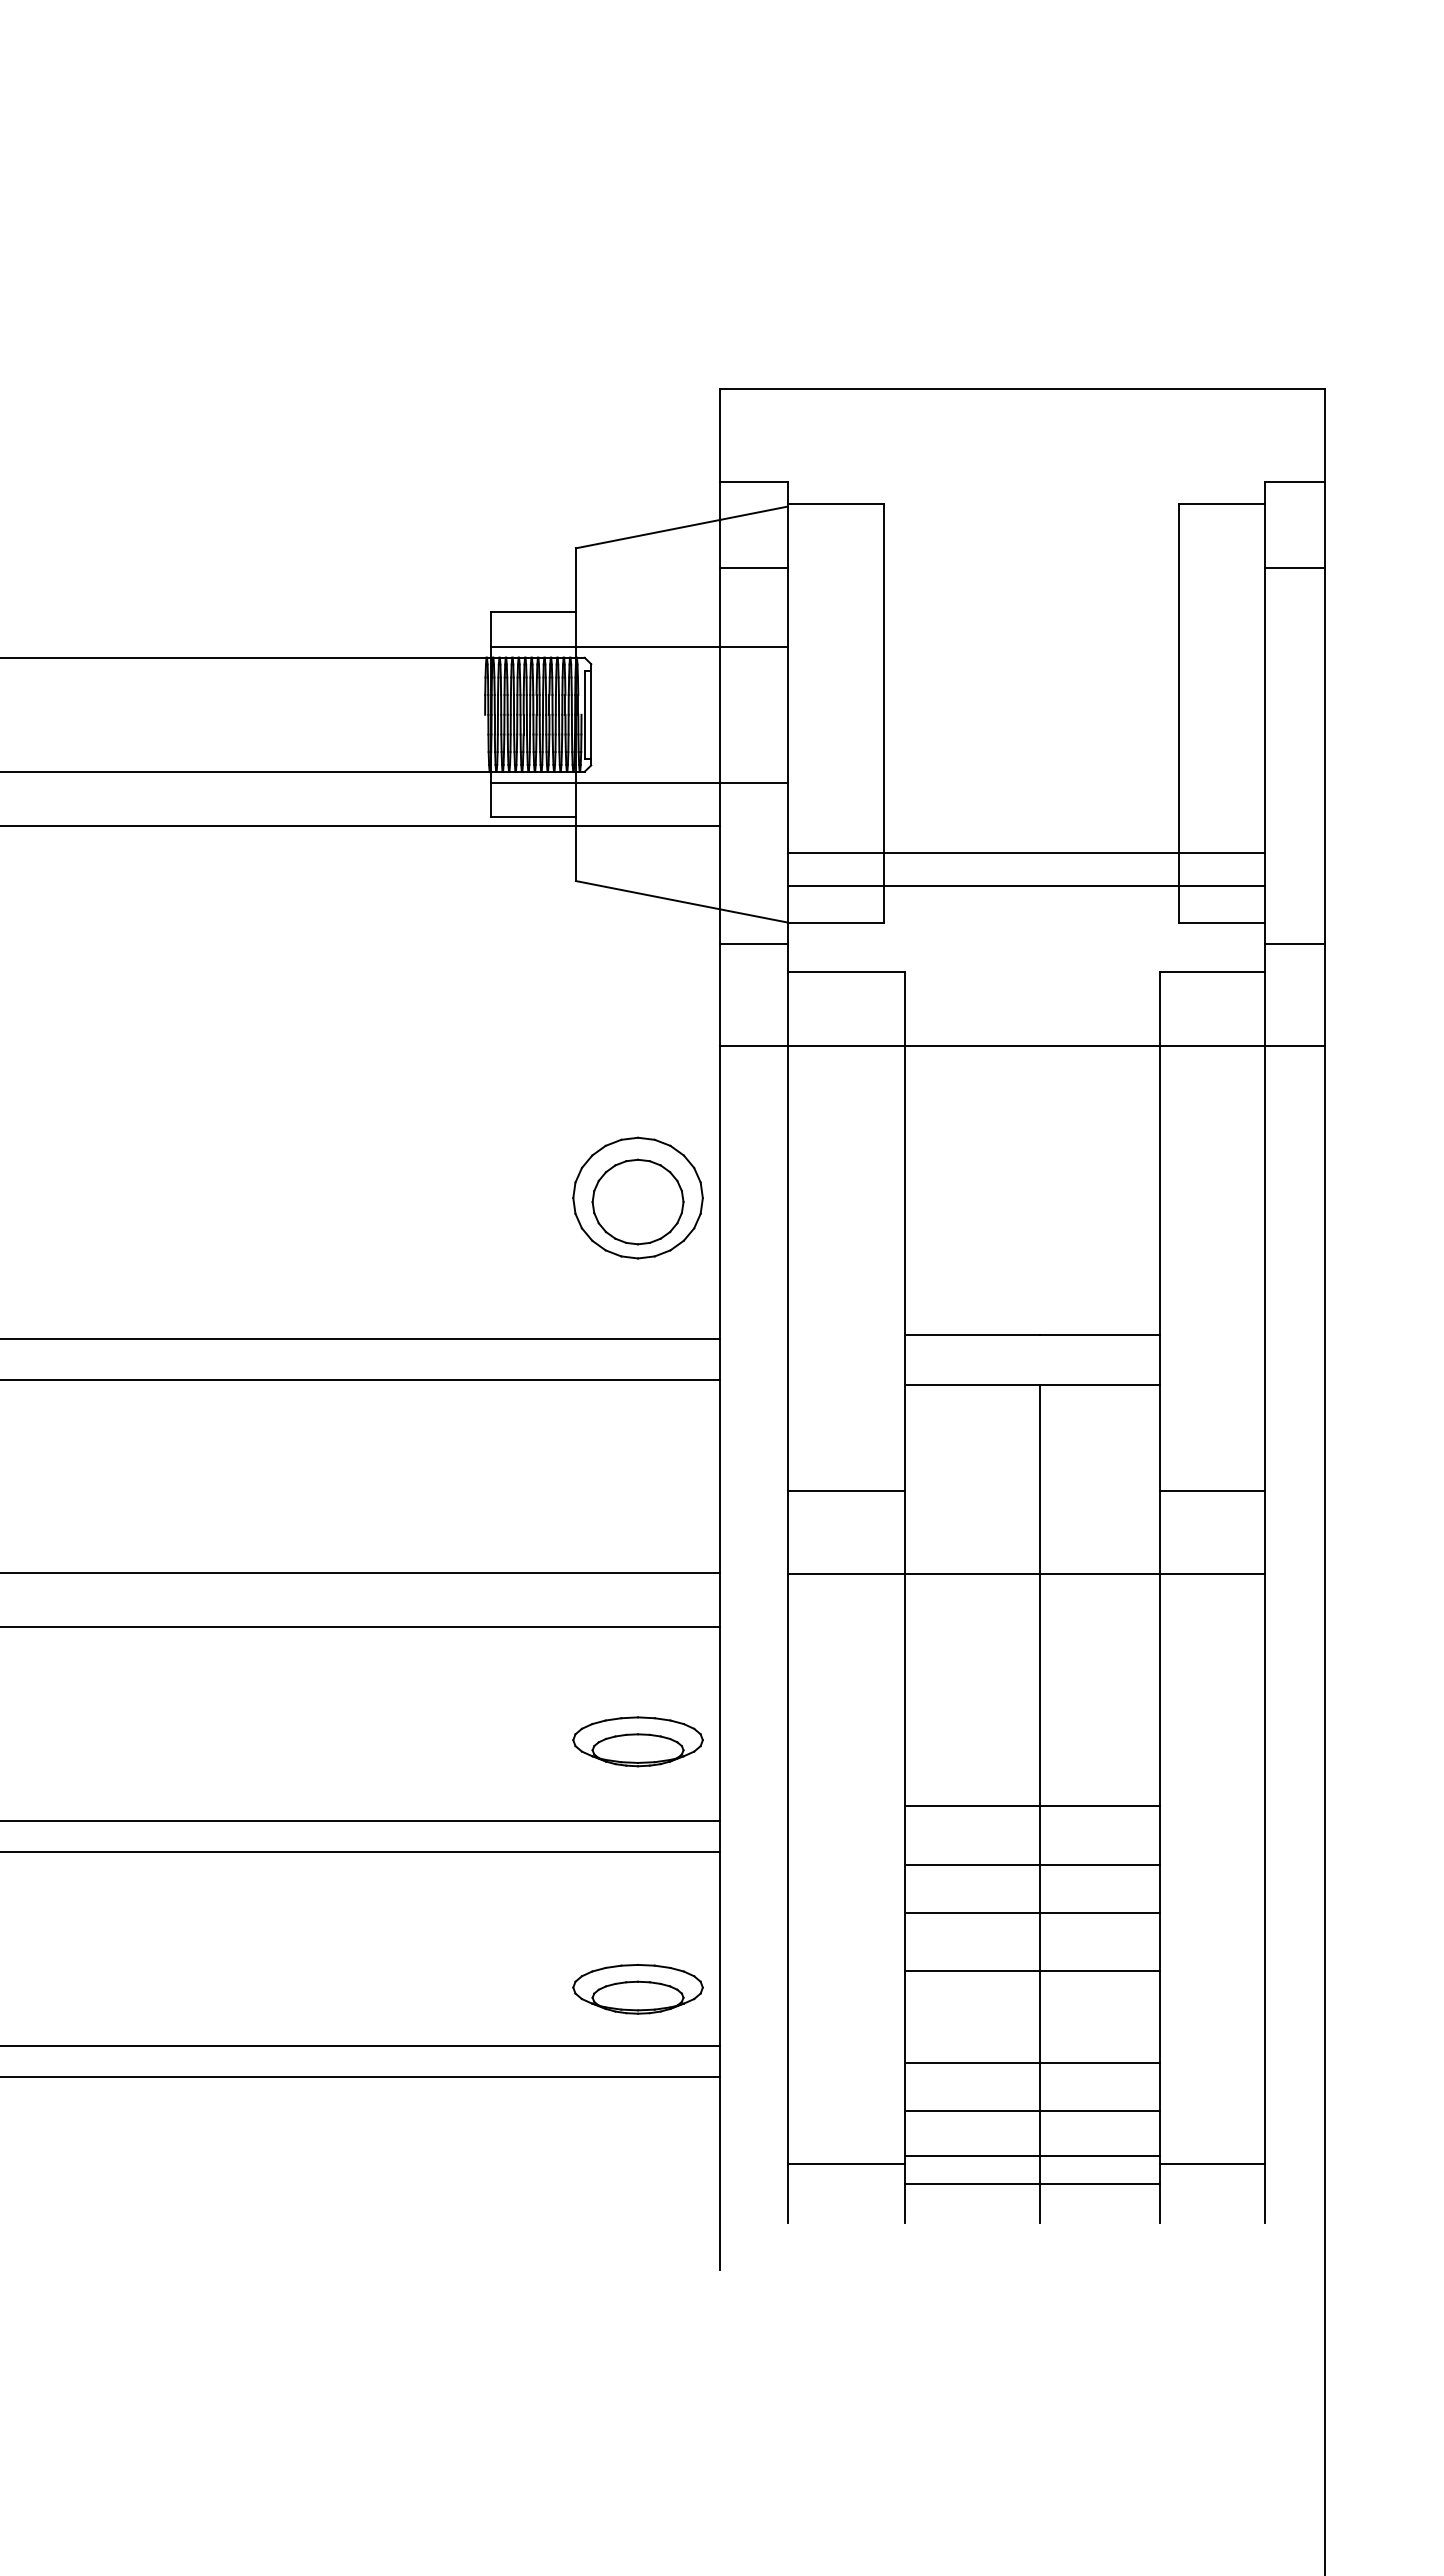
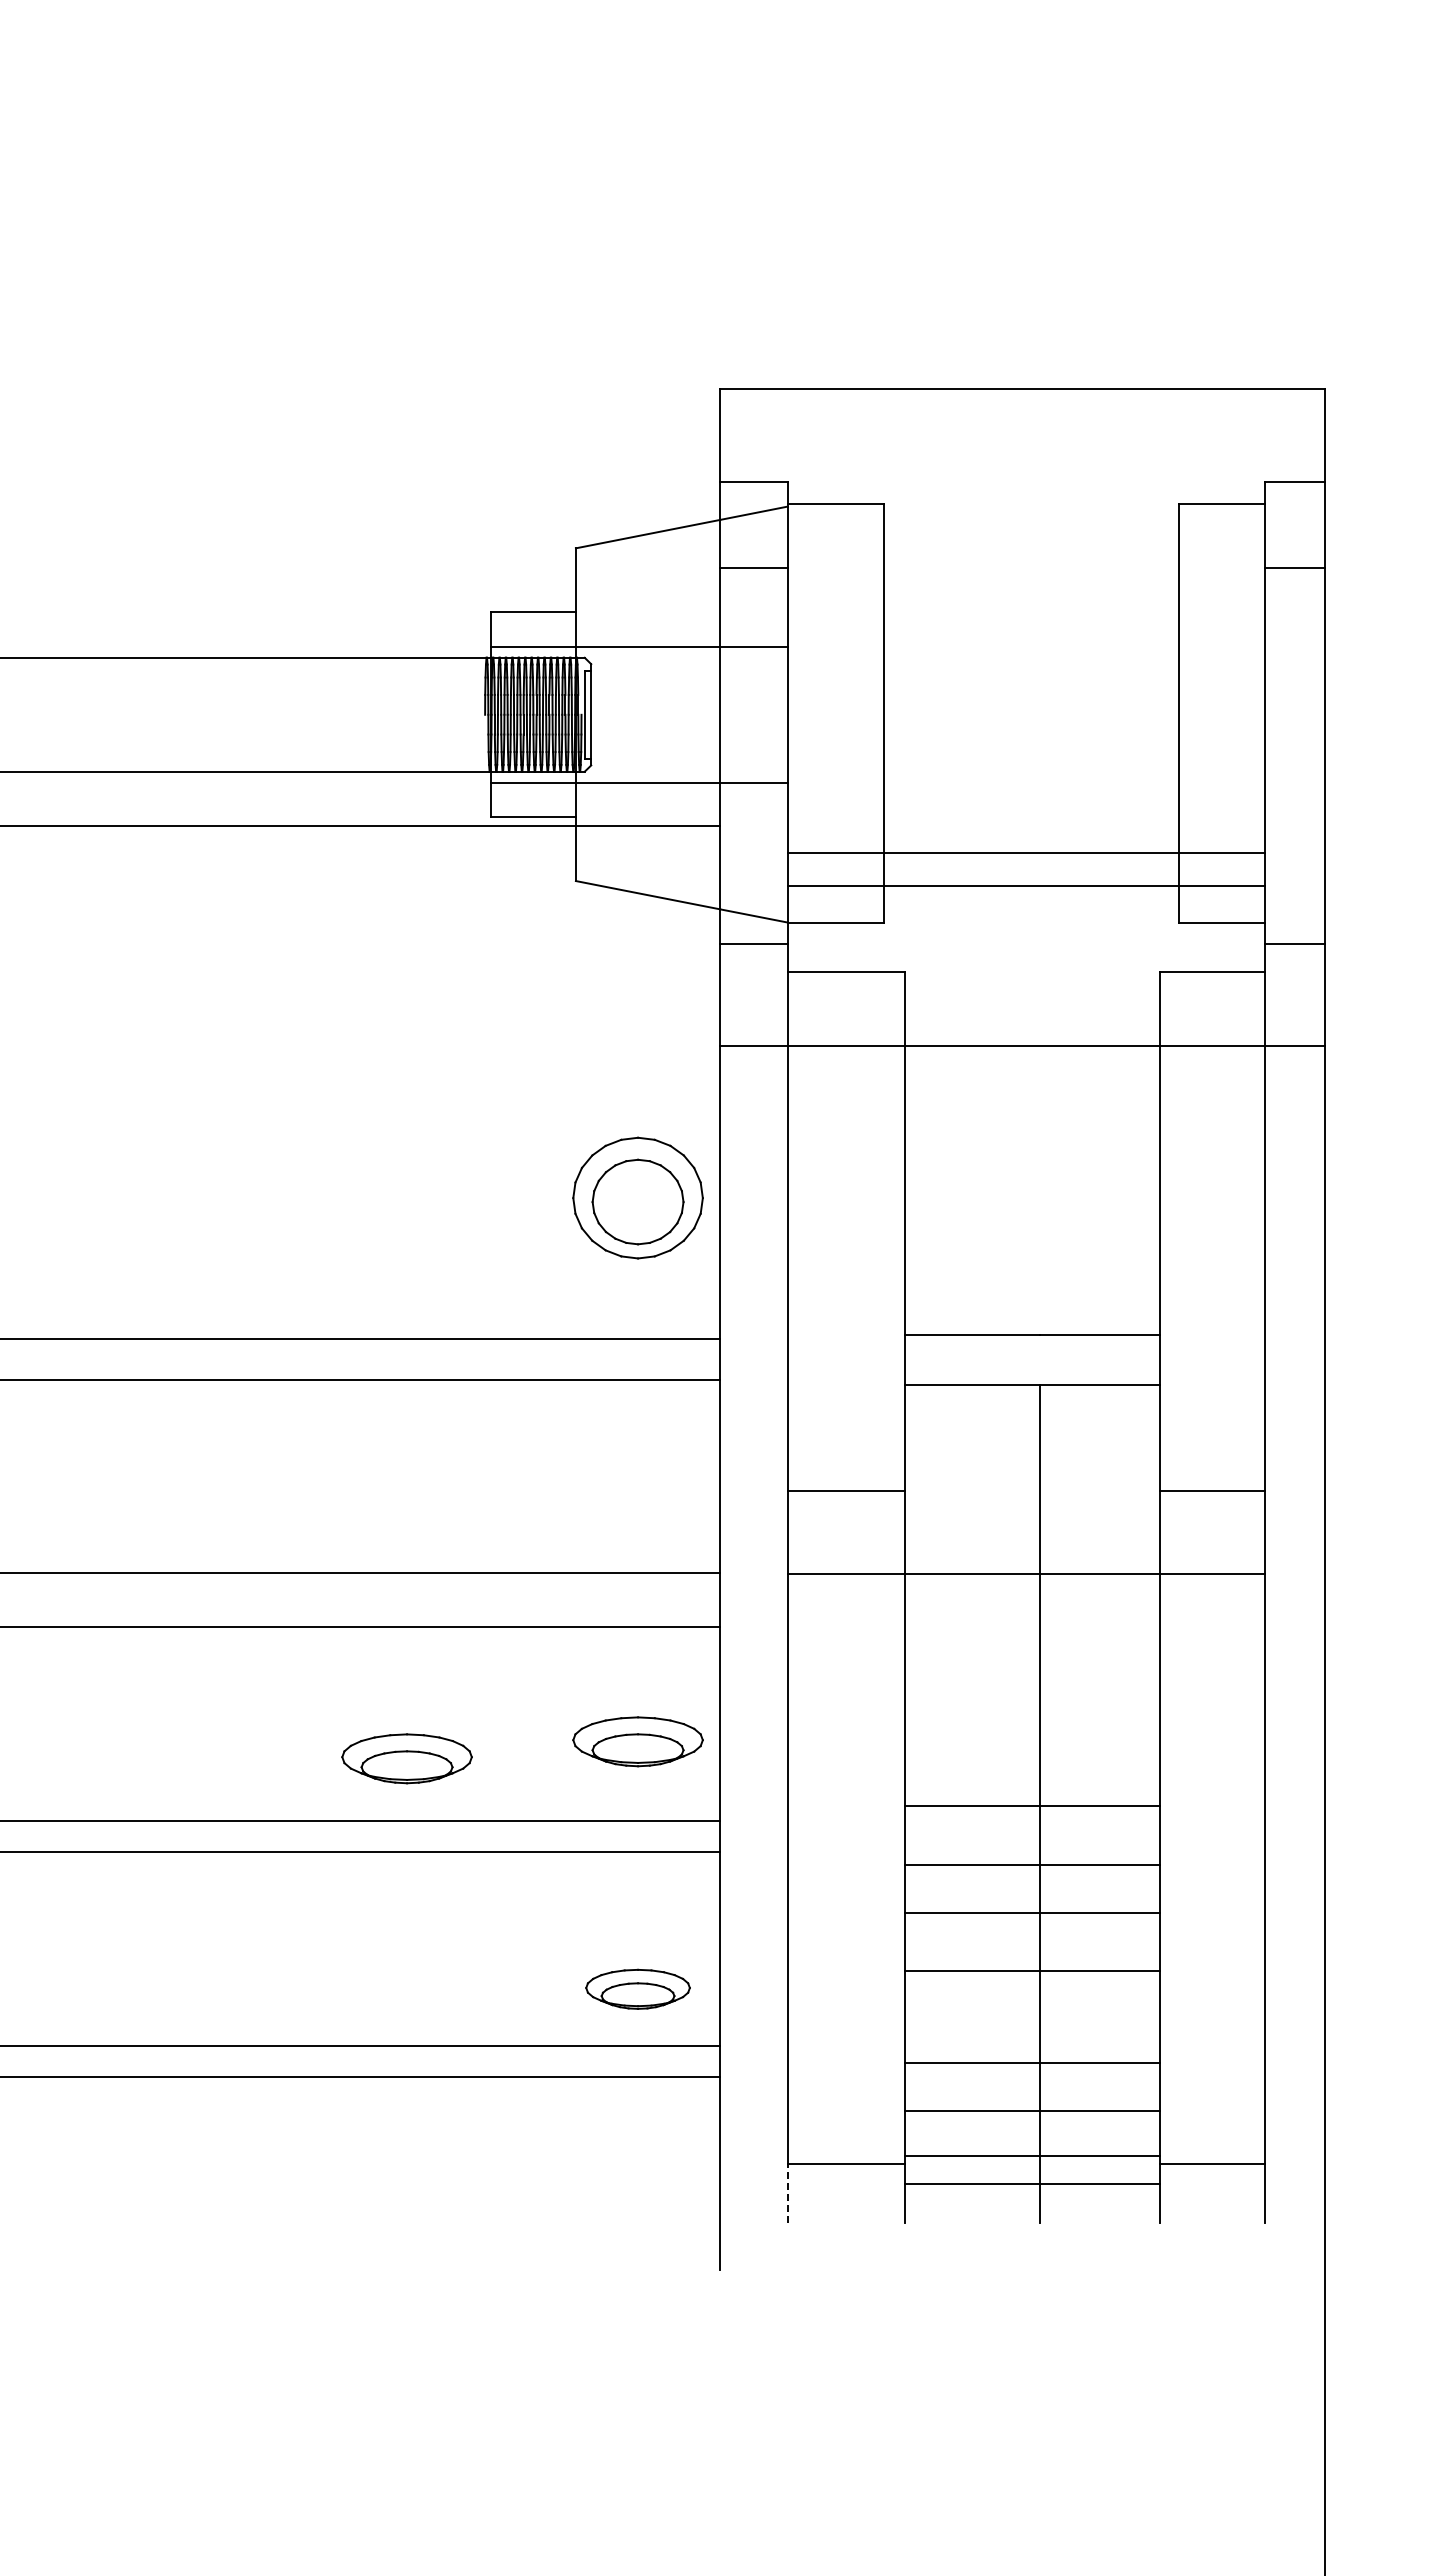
part at (406, 1758): none -> present
part at (637, 1989) size: 132x51 px -> 106x42 px
line at (787, 2193): solid -> dashed
